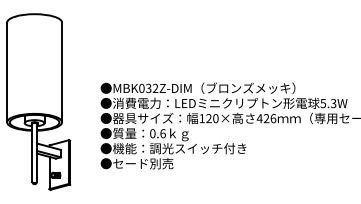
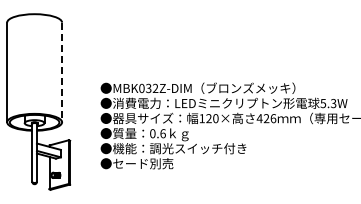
line at (62, 72): solid -> dashed
